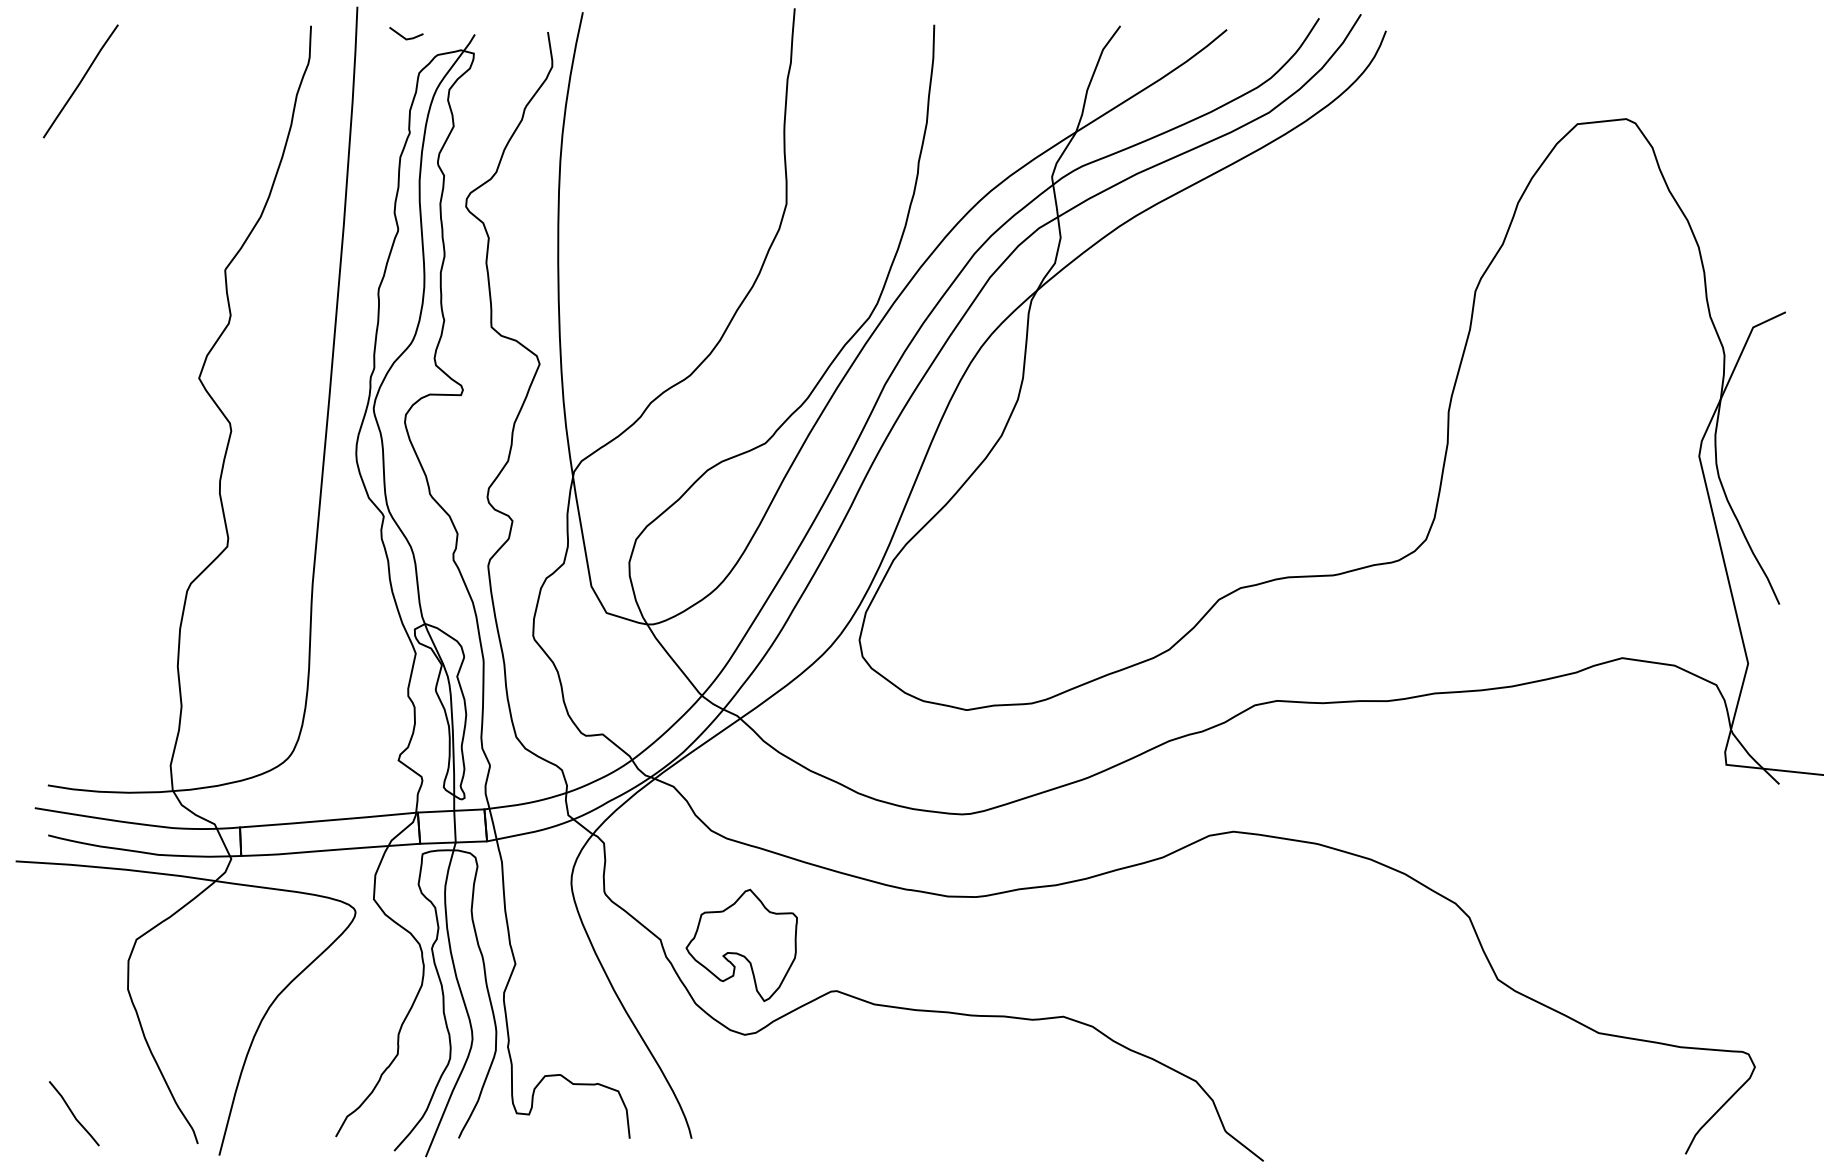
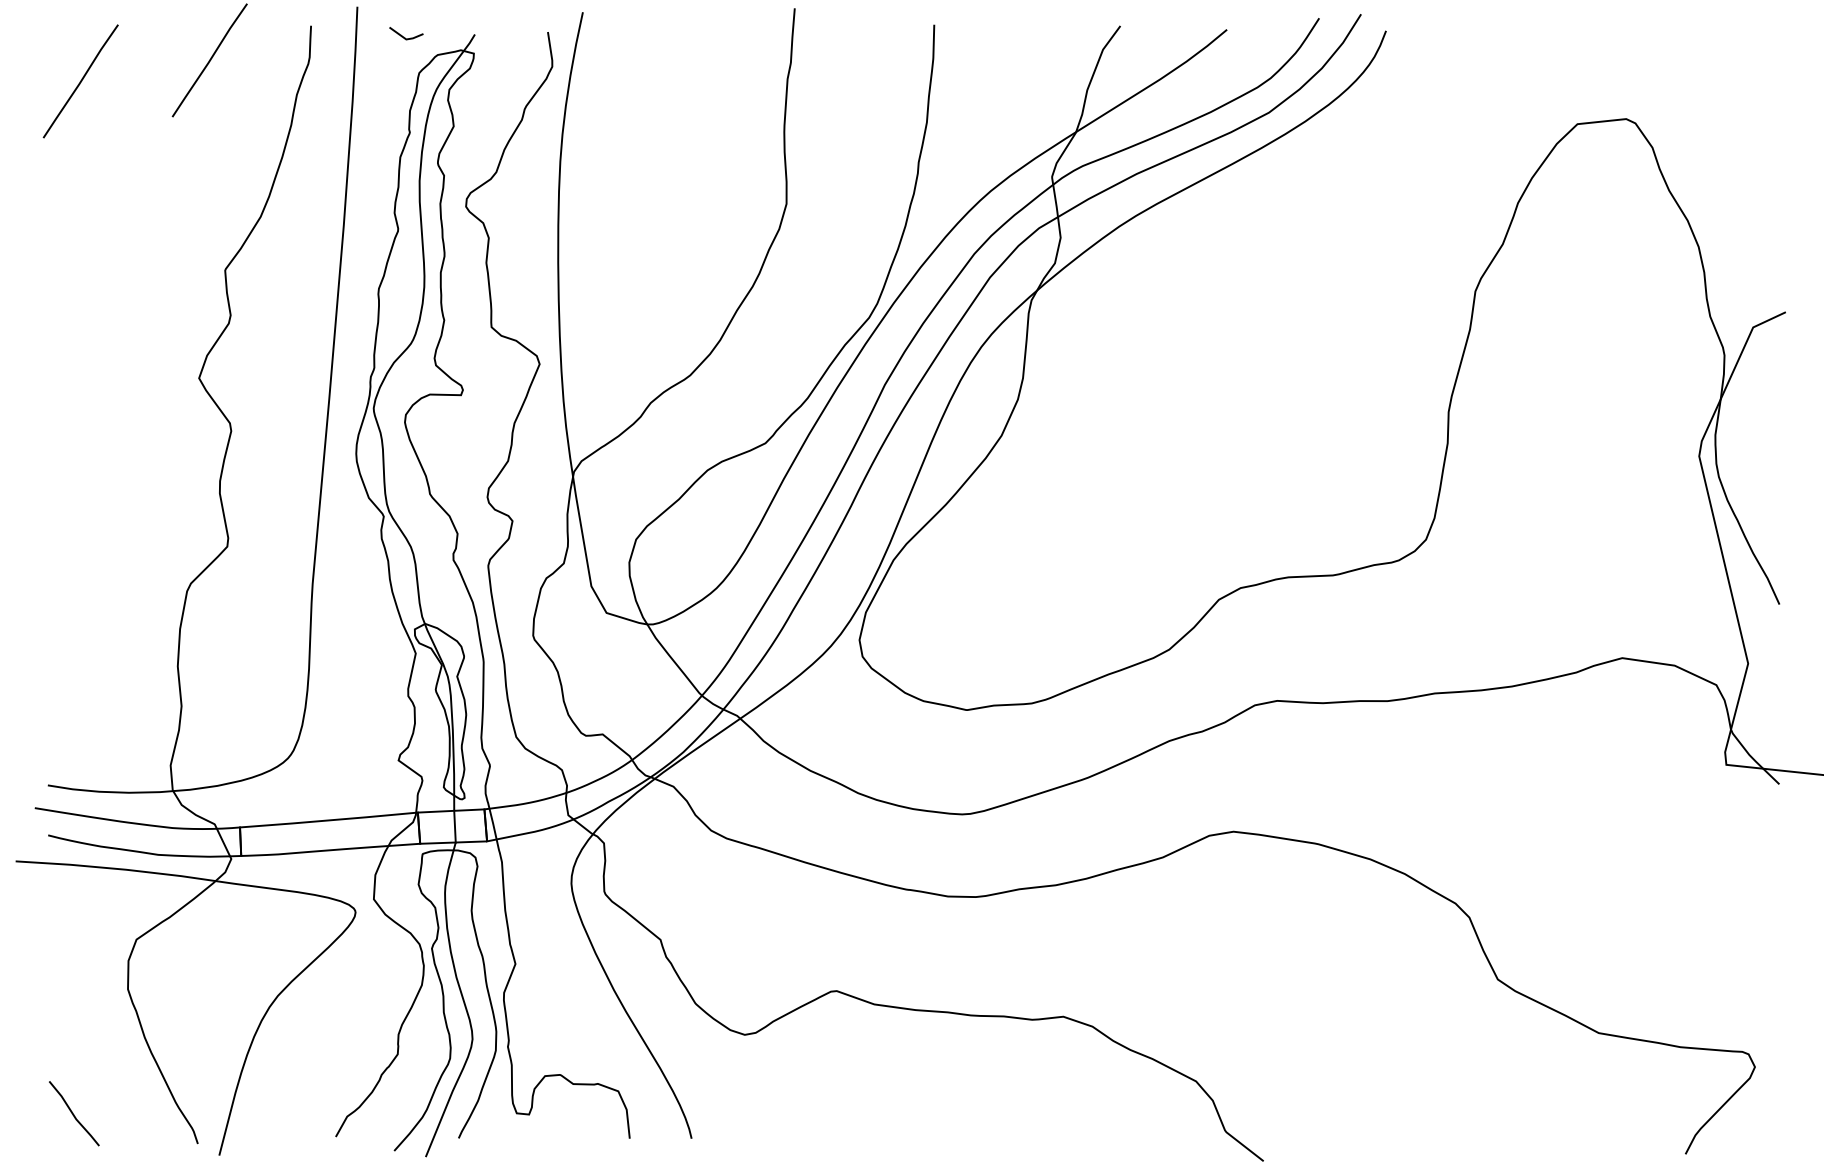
line at (209, 60): none -> present
part at (741, 945): present -> none
